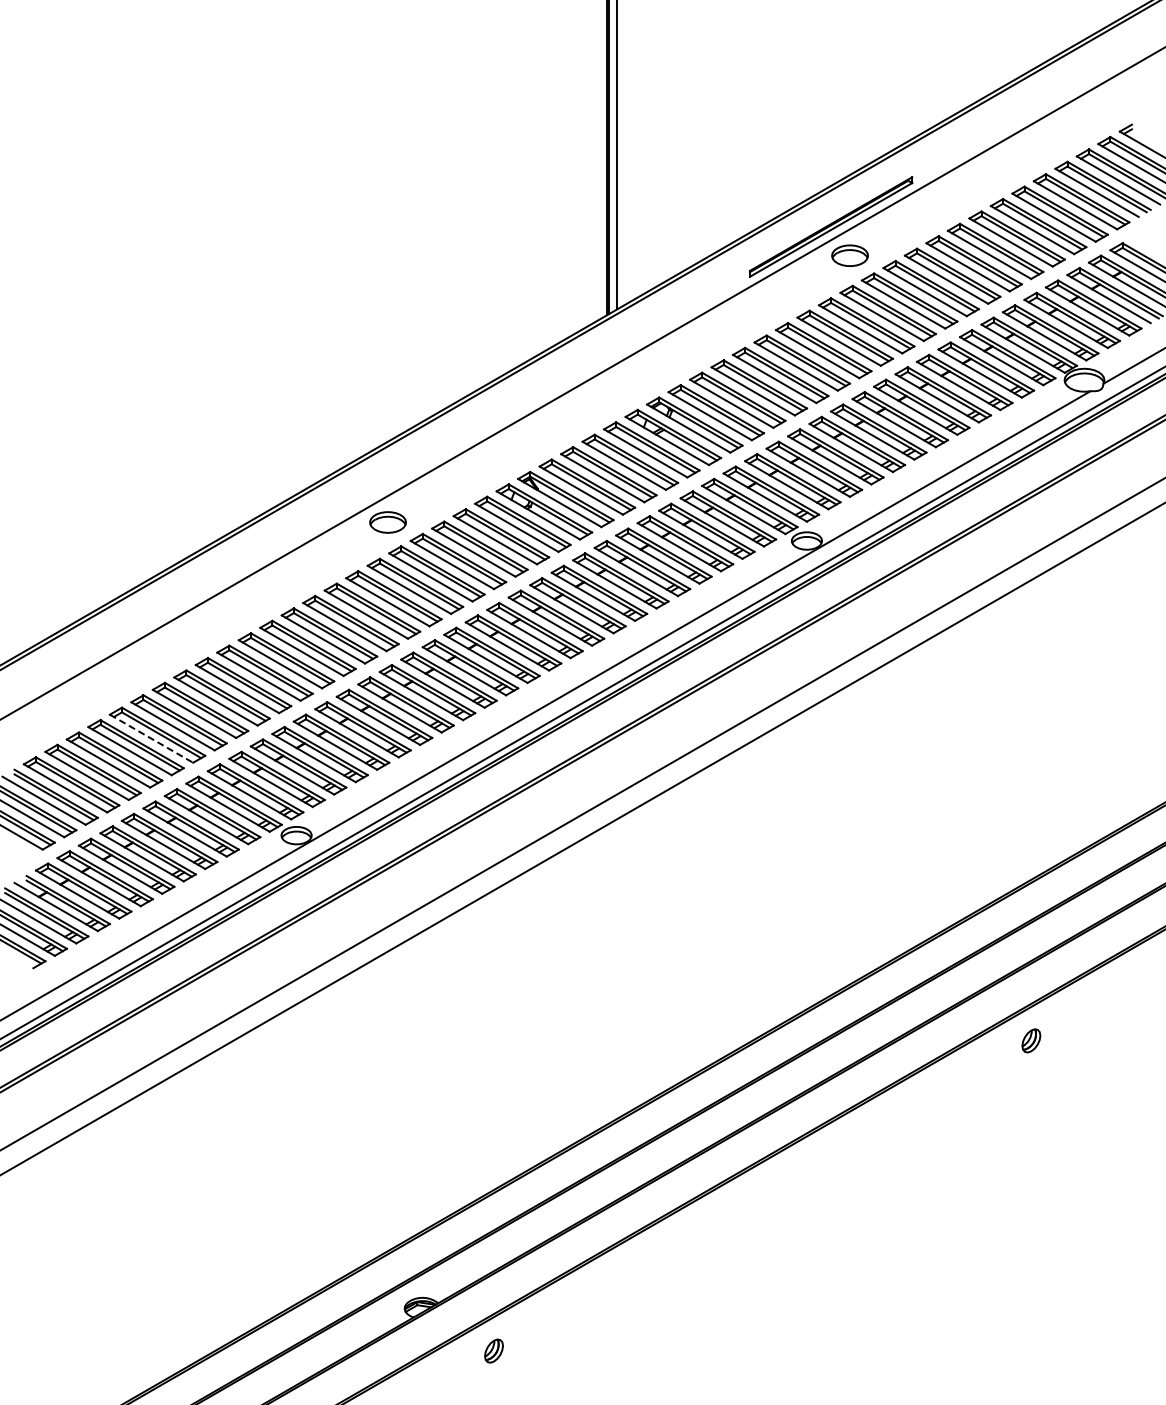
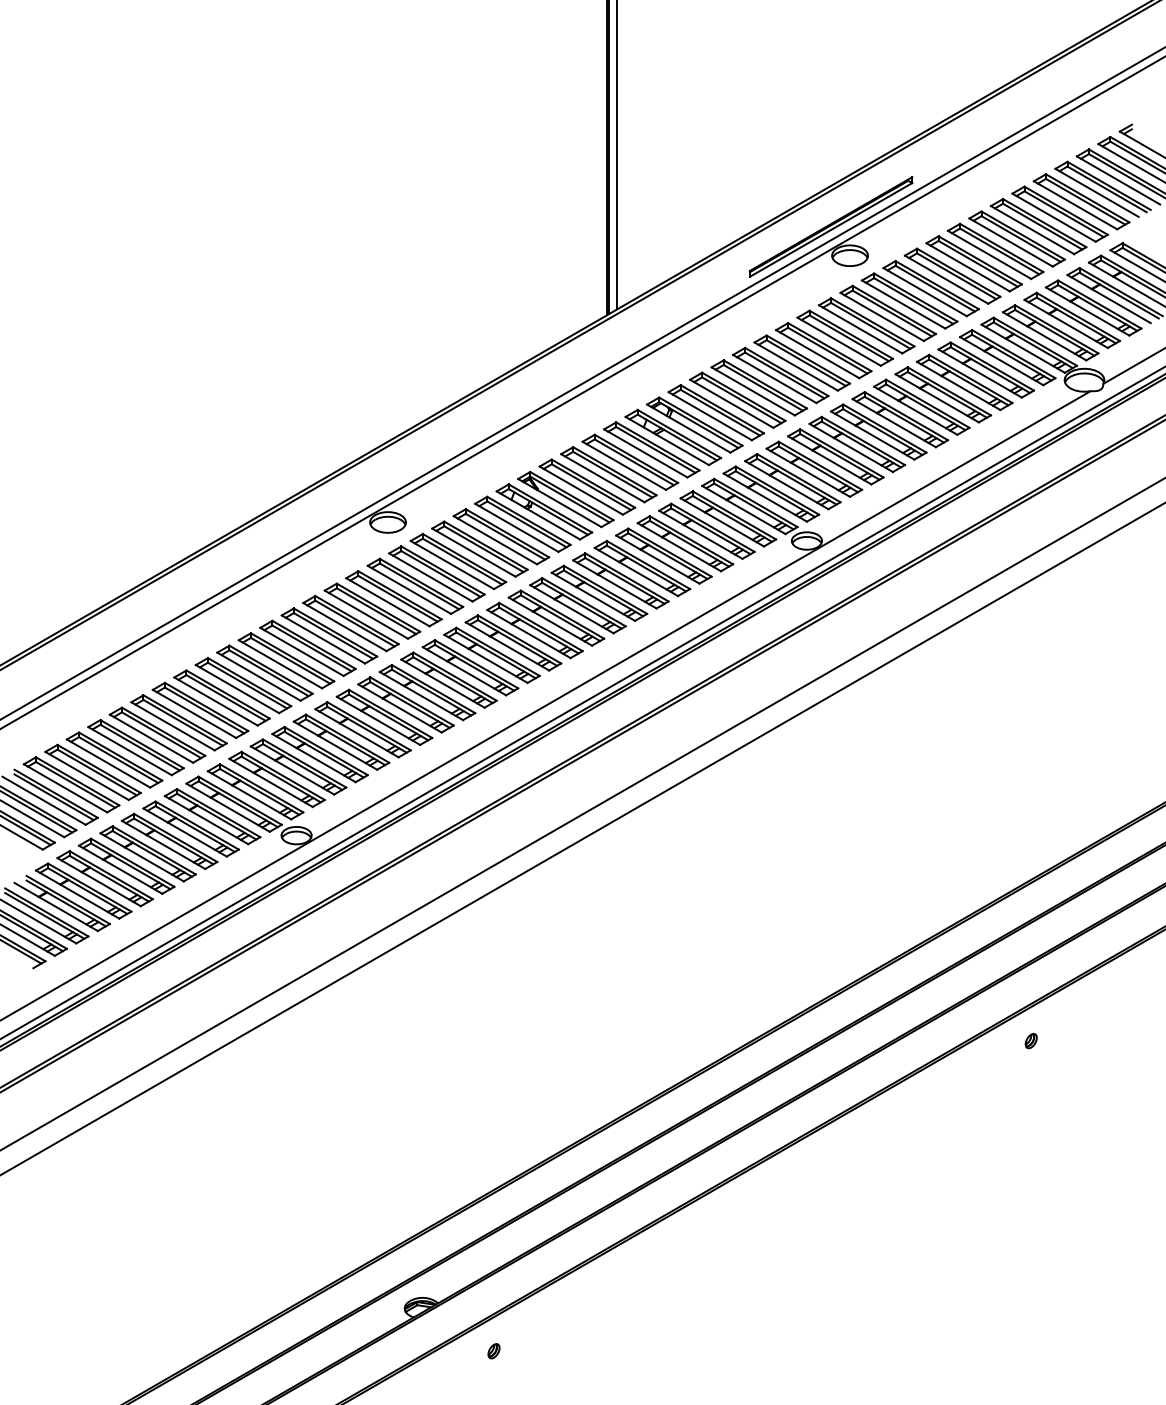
line at (582, 392): none -> present
line at (151, 738): dashed -> solid
part at (1031, 1040) size: 21x26 px -> 14x17 px
part at (493, 1350) size: 20x26 px -> 14x17 px
